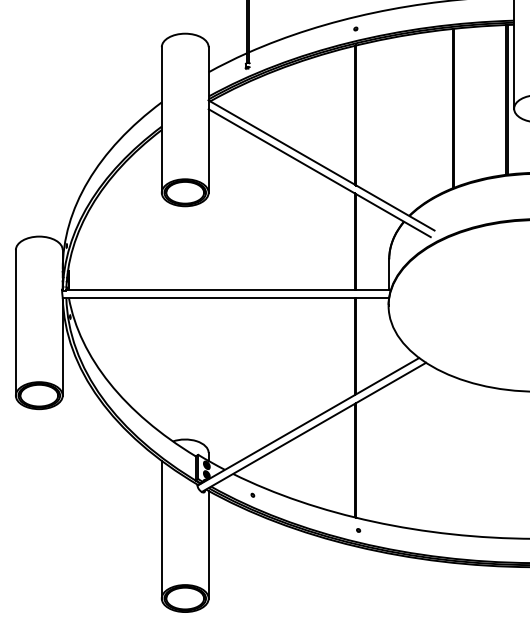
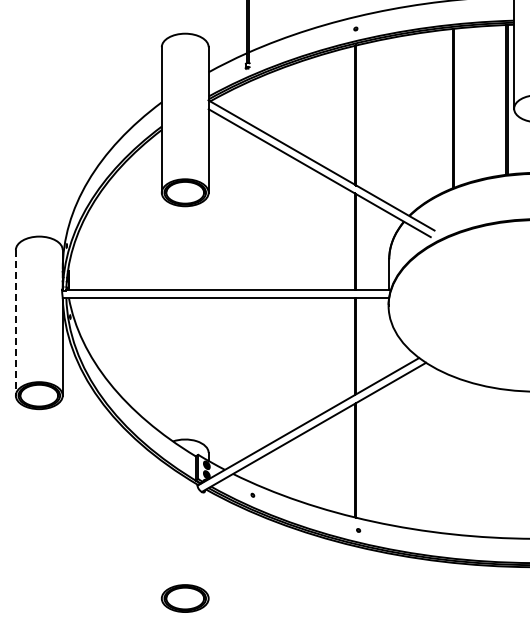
line at (15, 322): solid -> dashed
line at (161, 529): present -> none
line at (208, 544): present -> none
